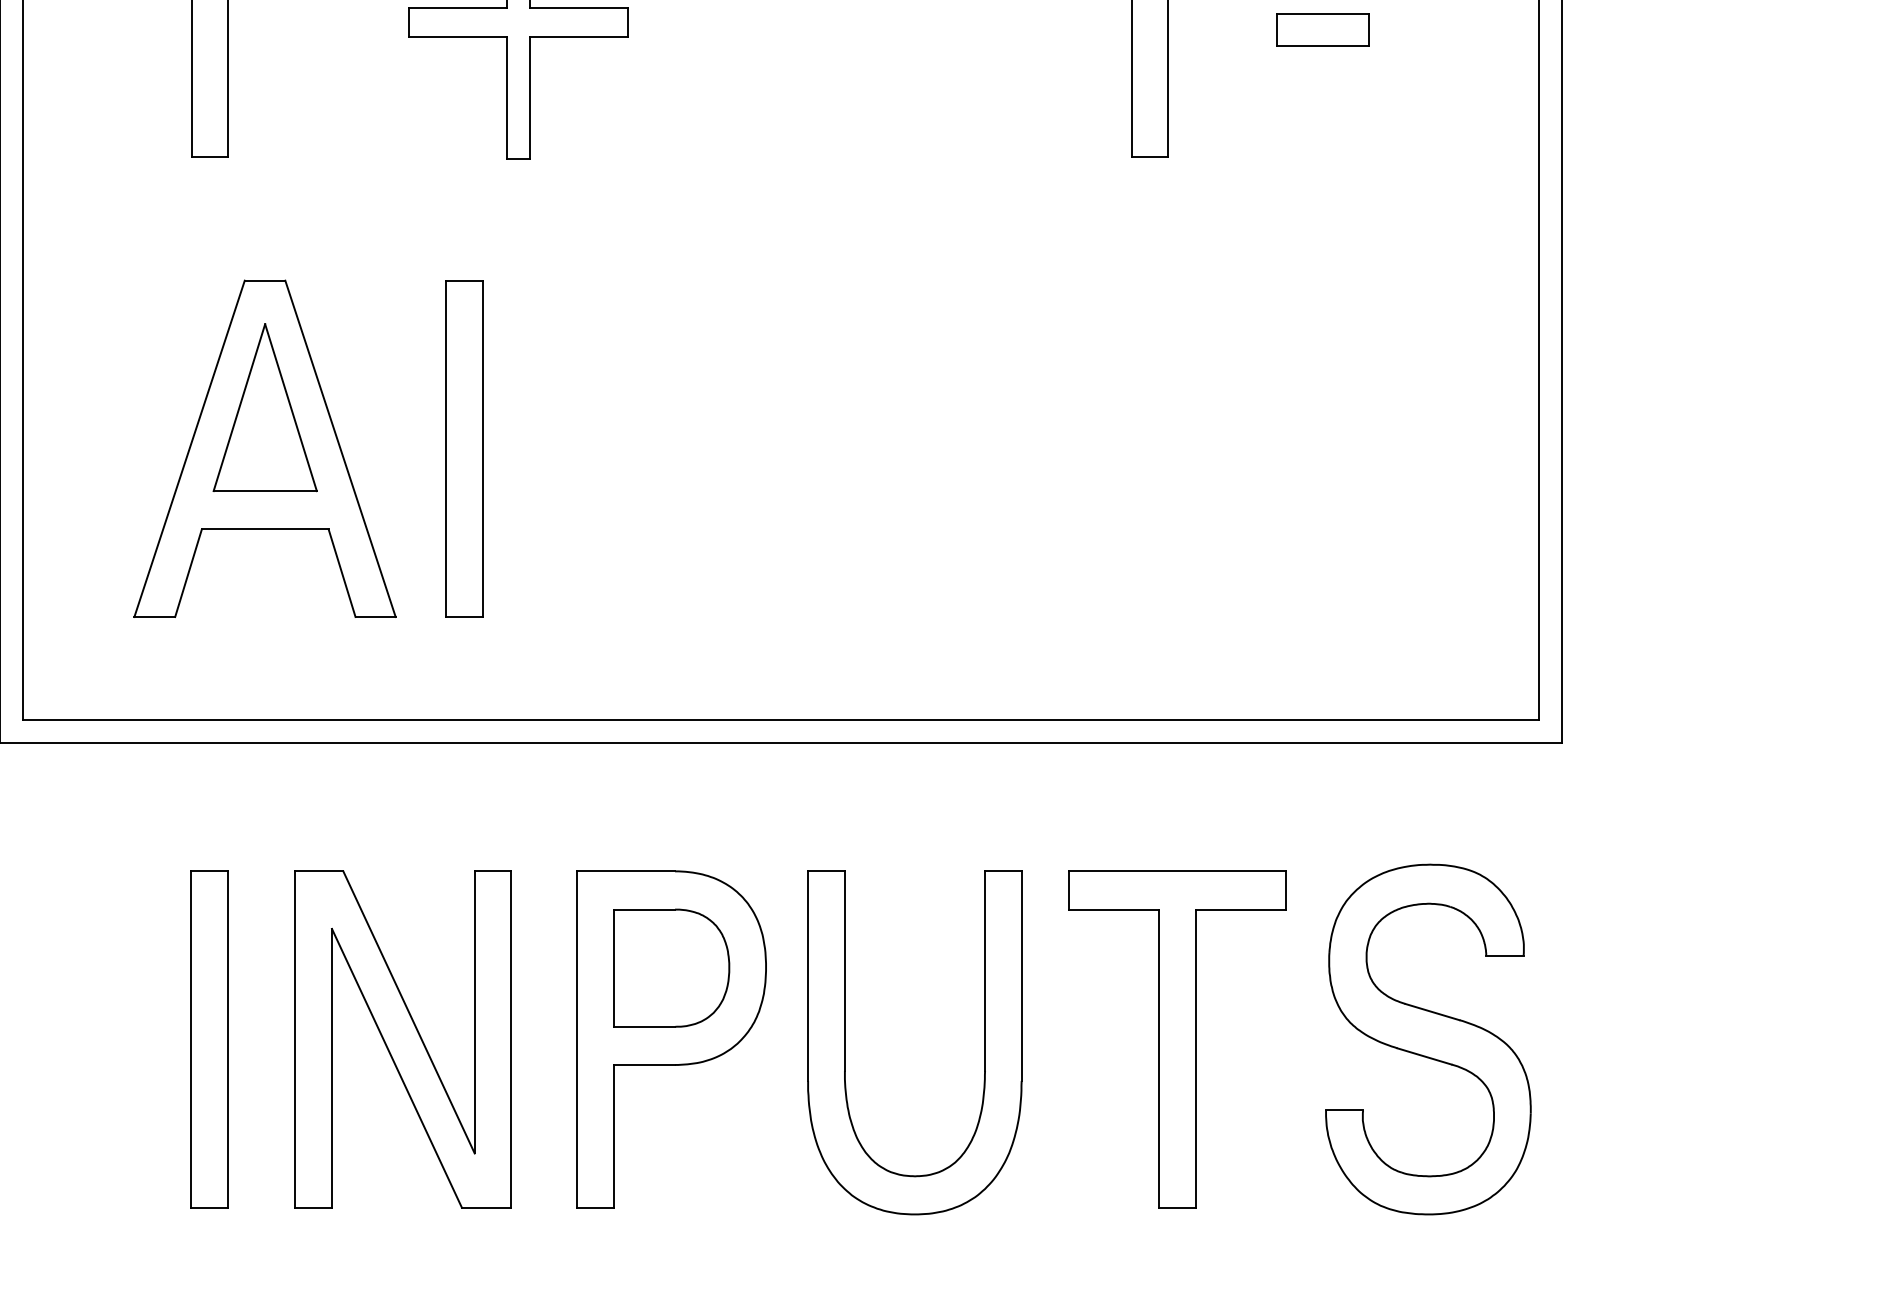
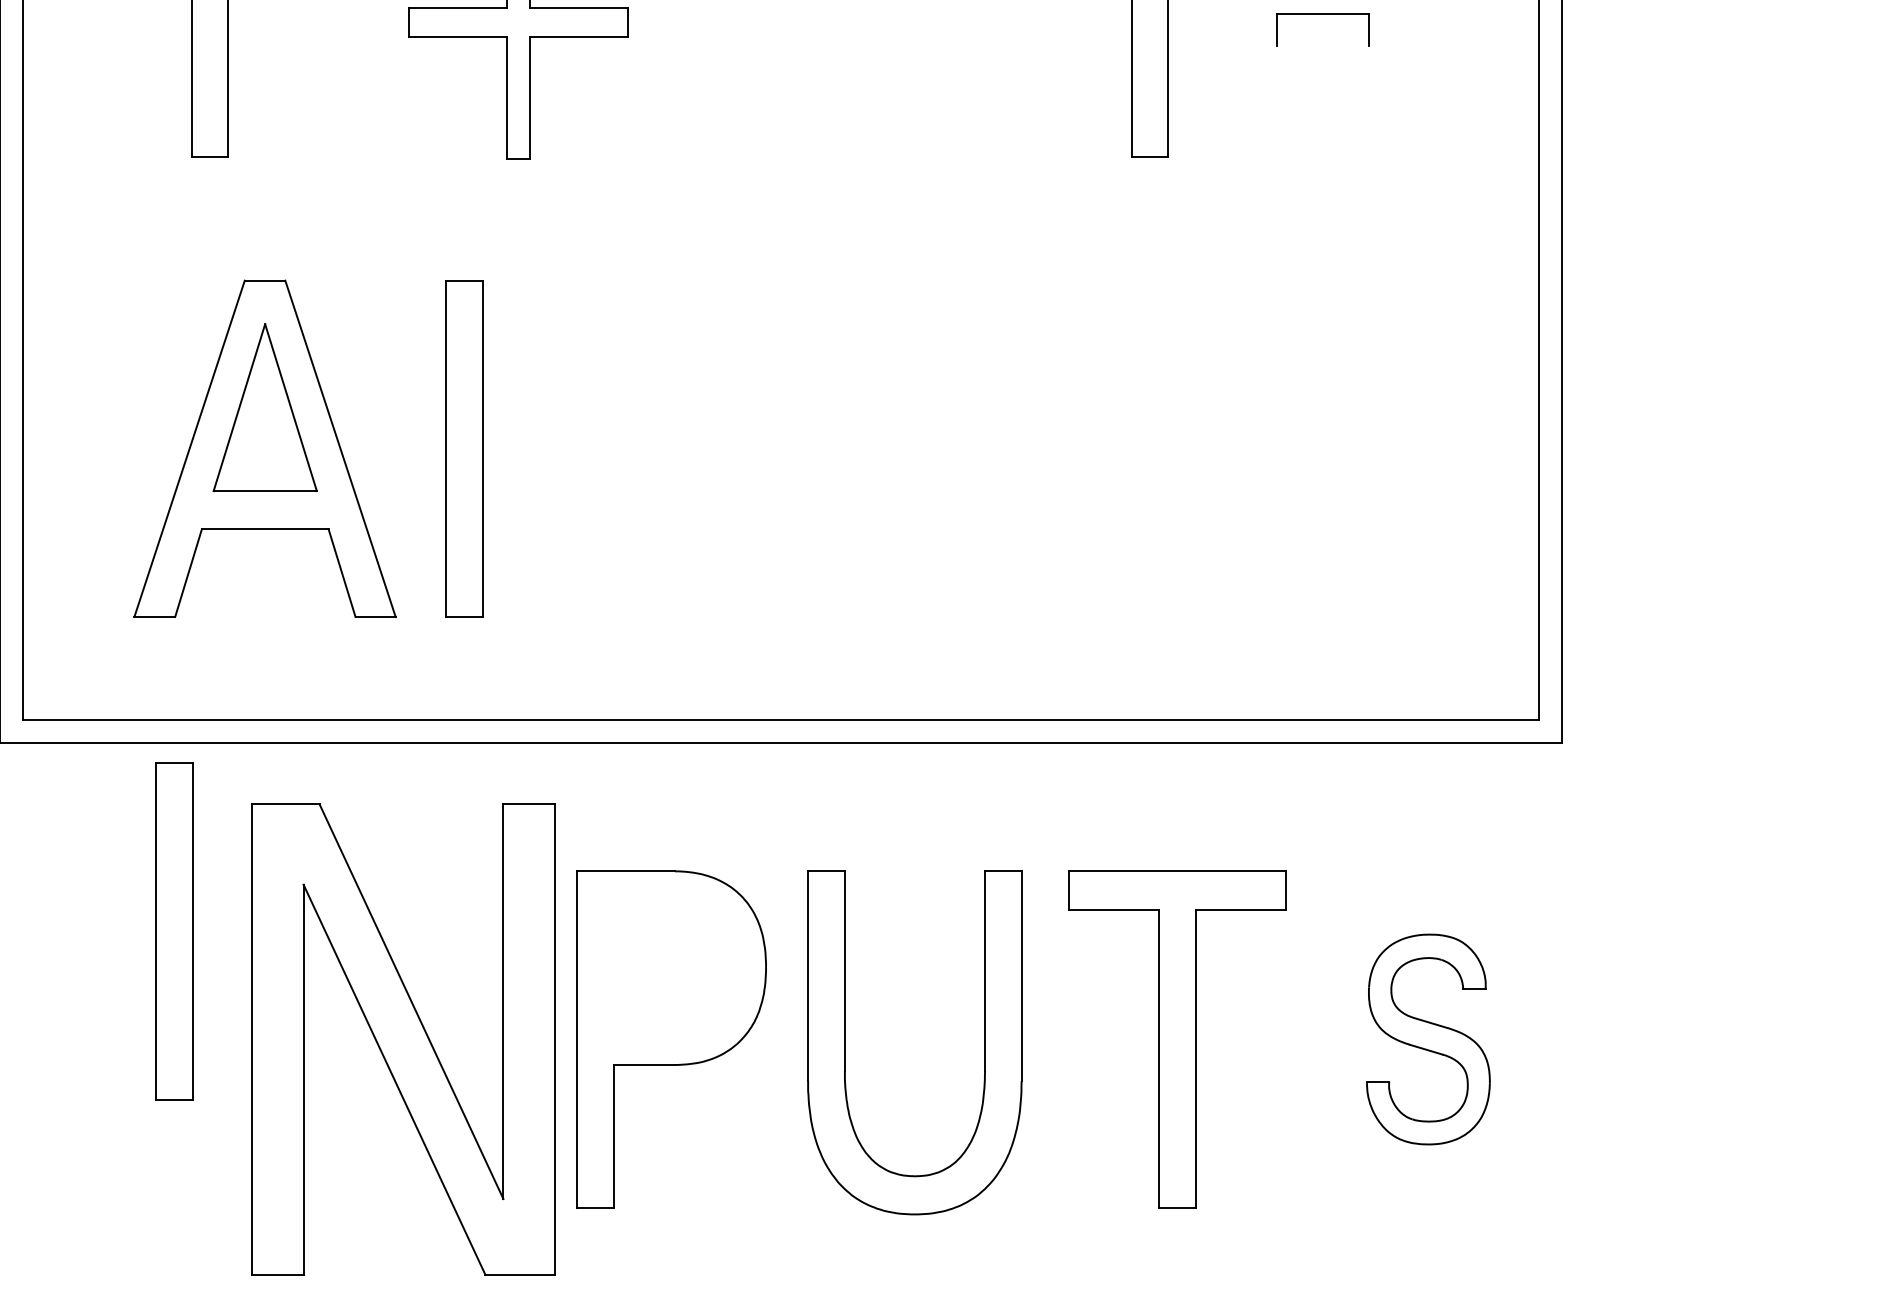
line at (1322, 46): present -> none
part at (671, 967): present -> none
part at (209, 1039) position: (209, 1039) -> (174, 931)
part at (402, 1039) size: 218x339 px -> 305x473 px
part at (1428, 1039) size: 207x353 px -> 125x213 px
